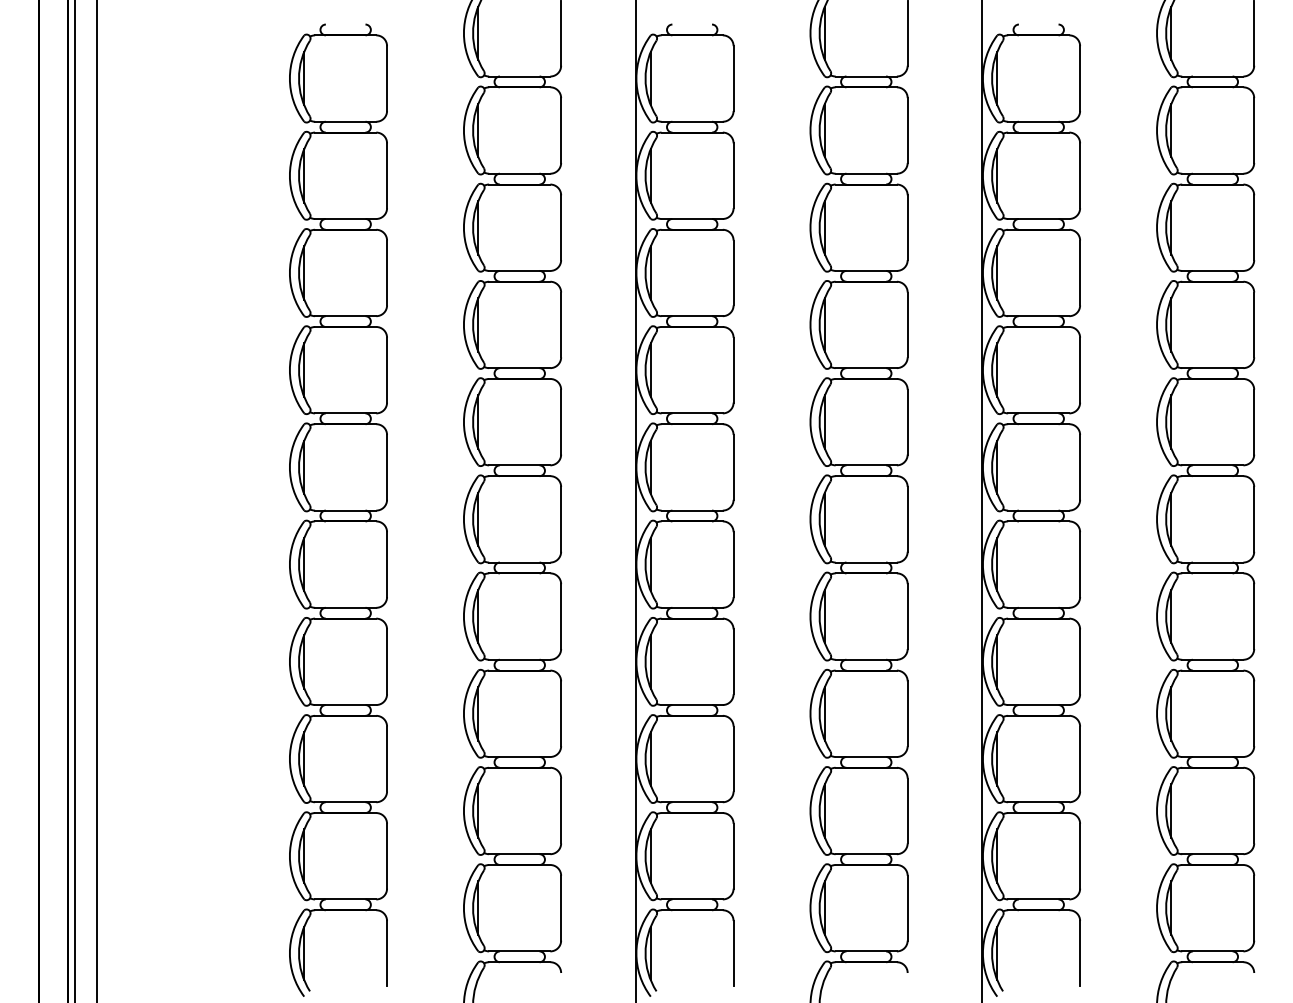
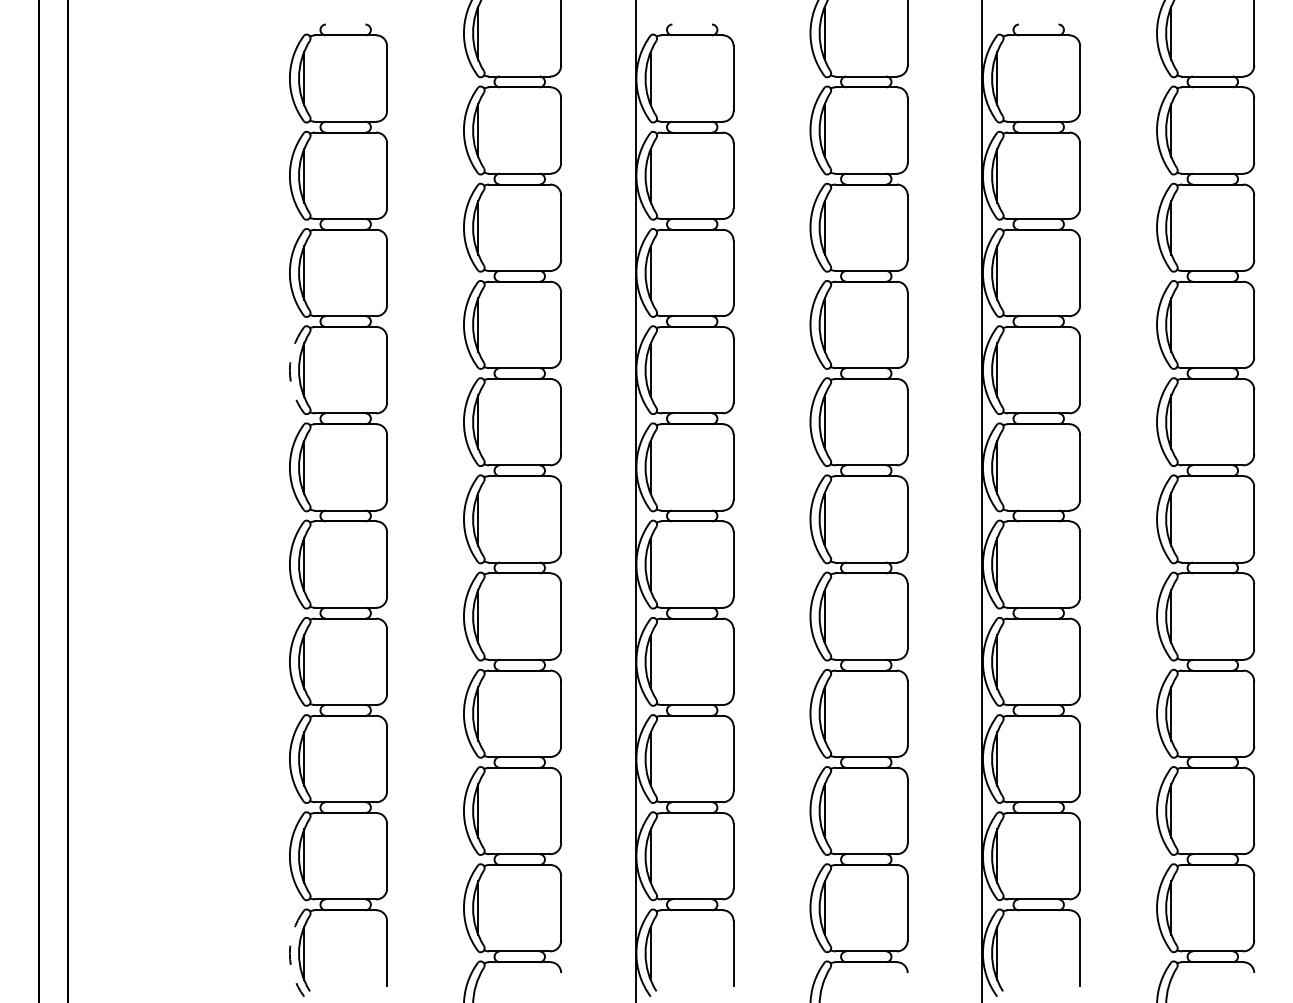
arc at (289, 370): solid -> dashed
line at (75, 500): present -> none
line at (96, 500): present -> none
arc at (289, 953): solid -> dashed
